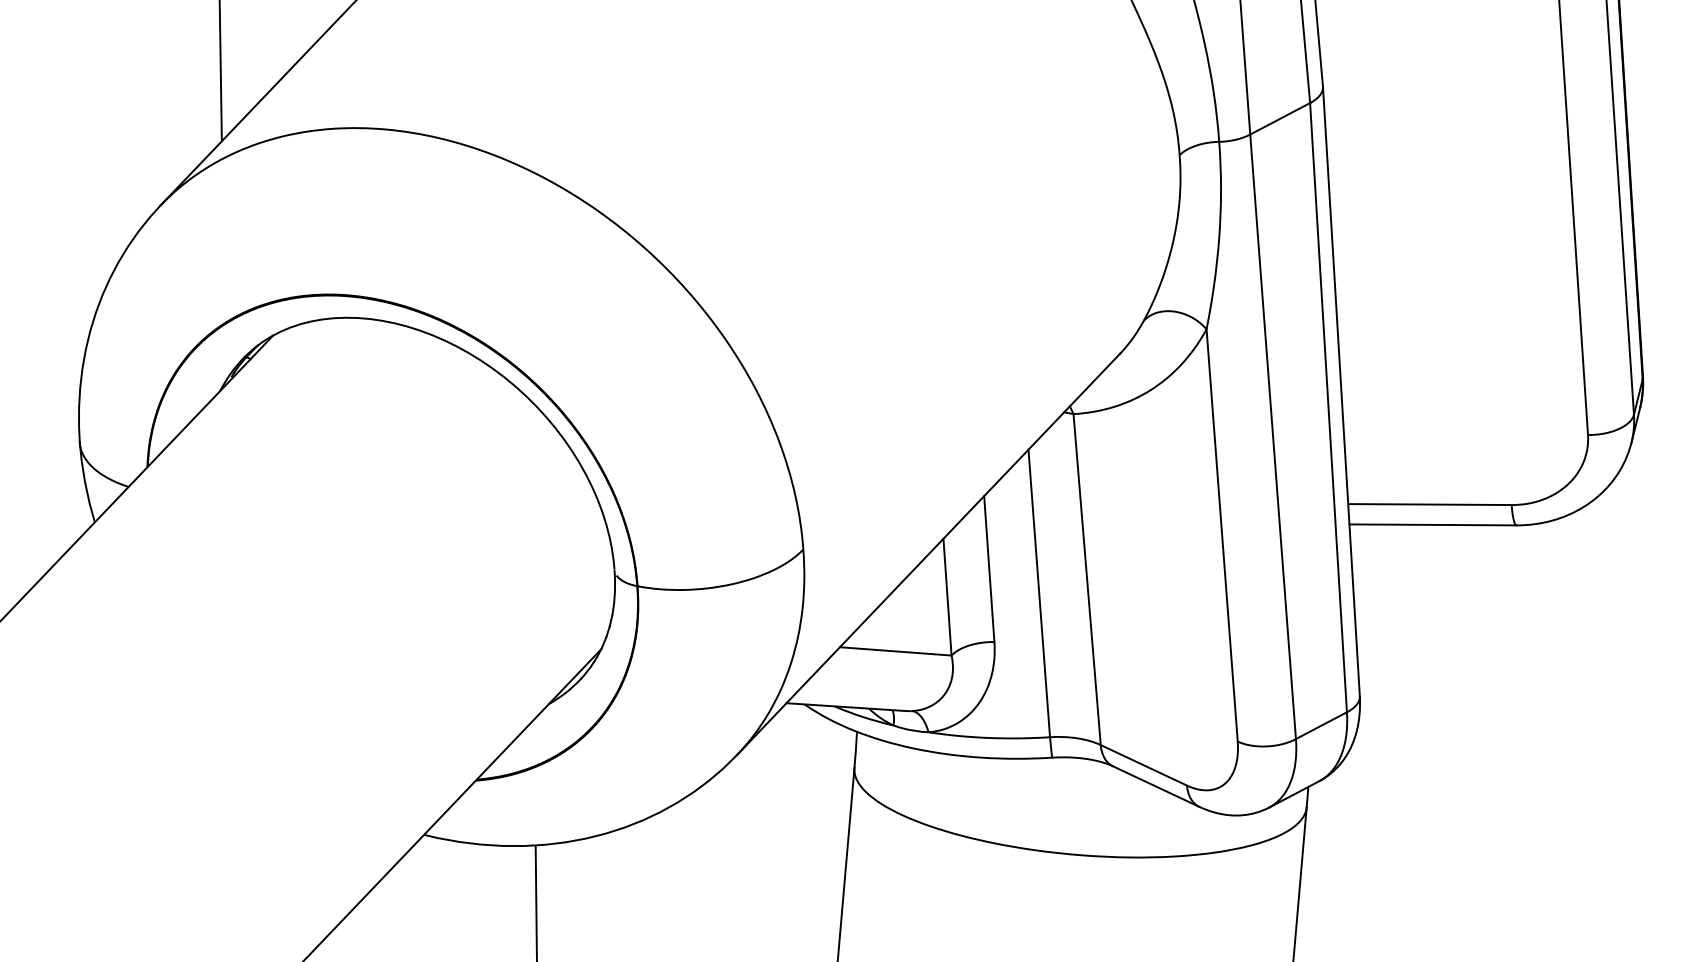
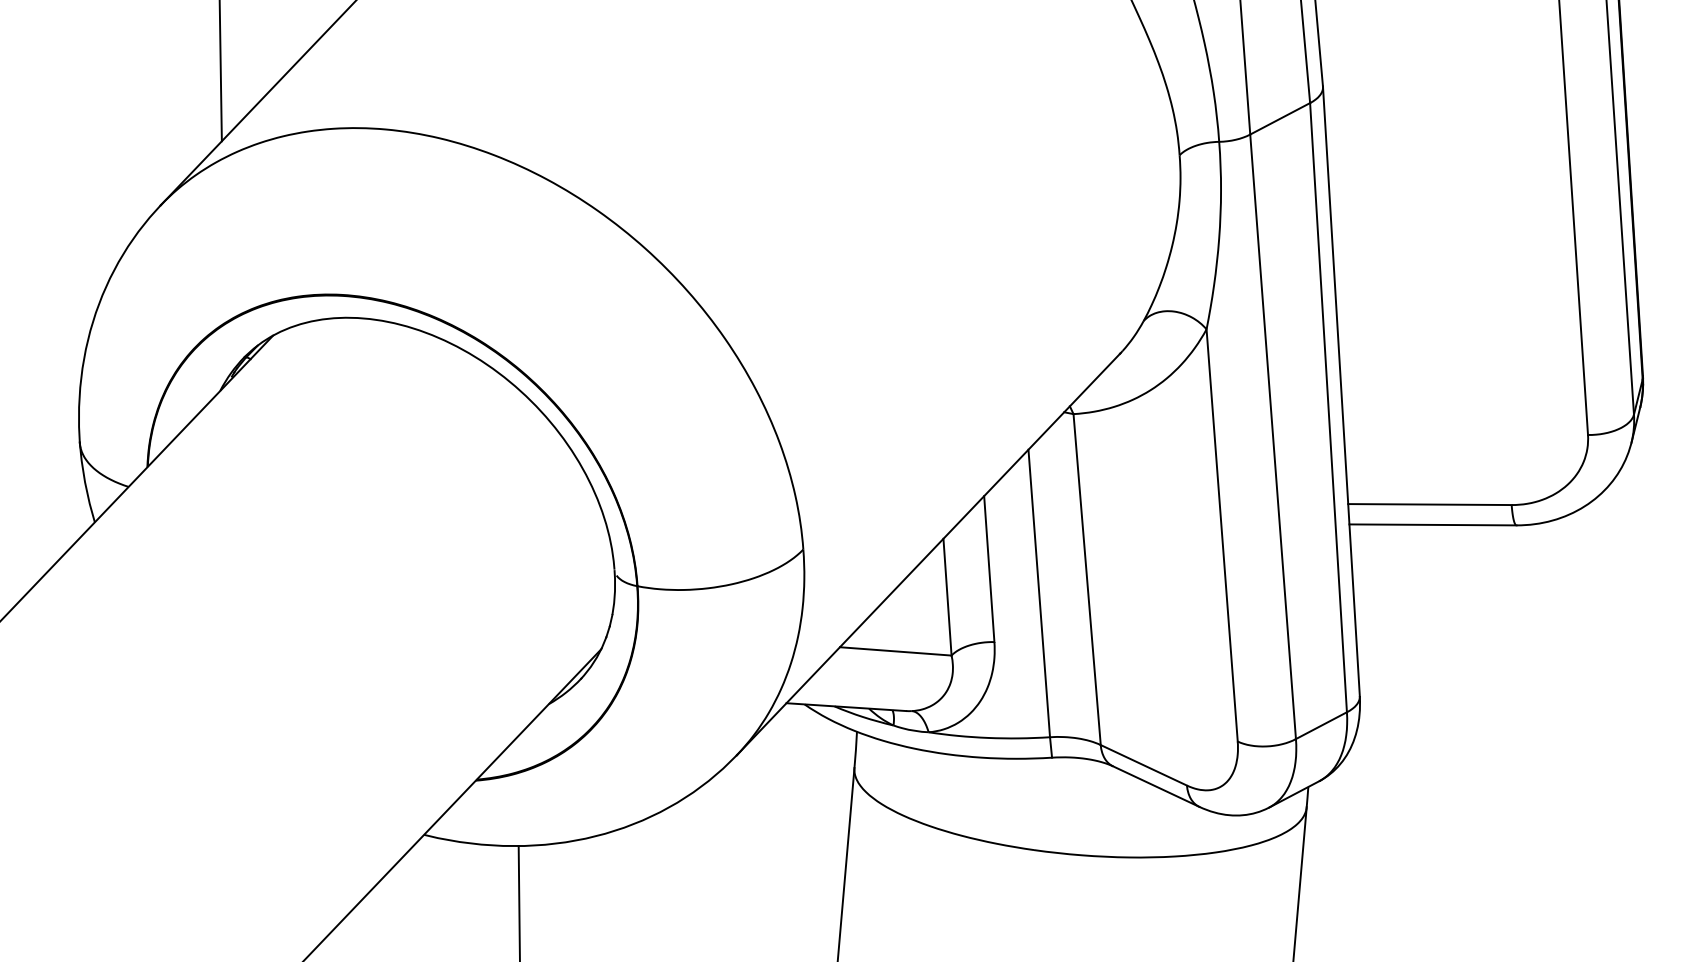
line at (535, 901) position: (535, 901) -> (518, 901)
